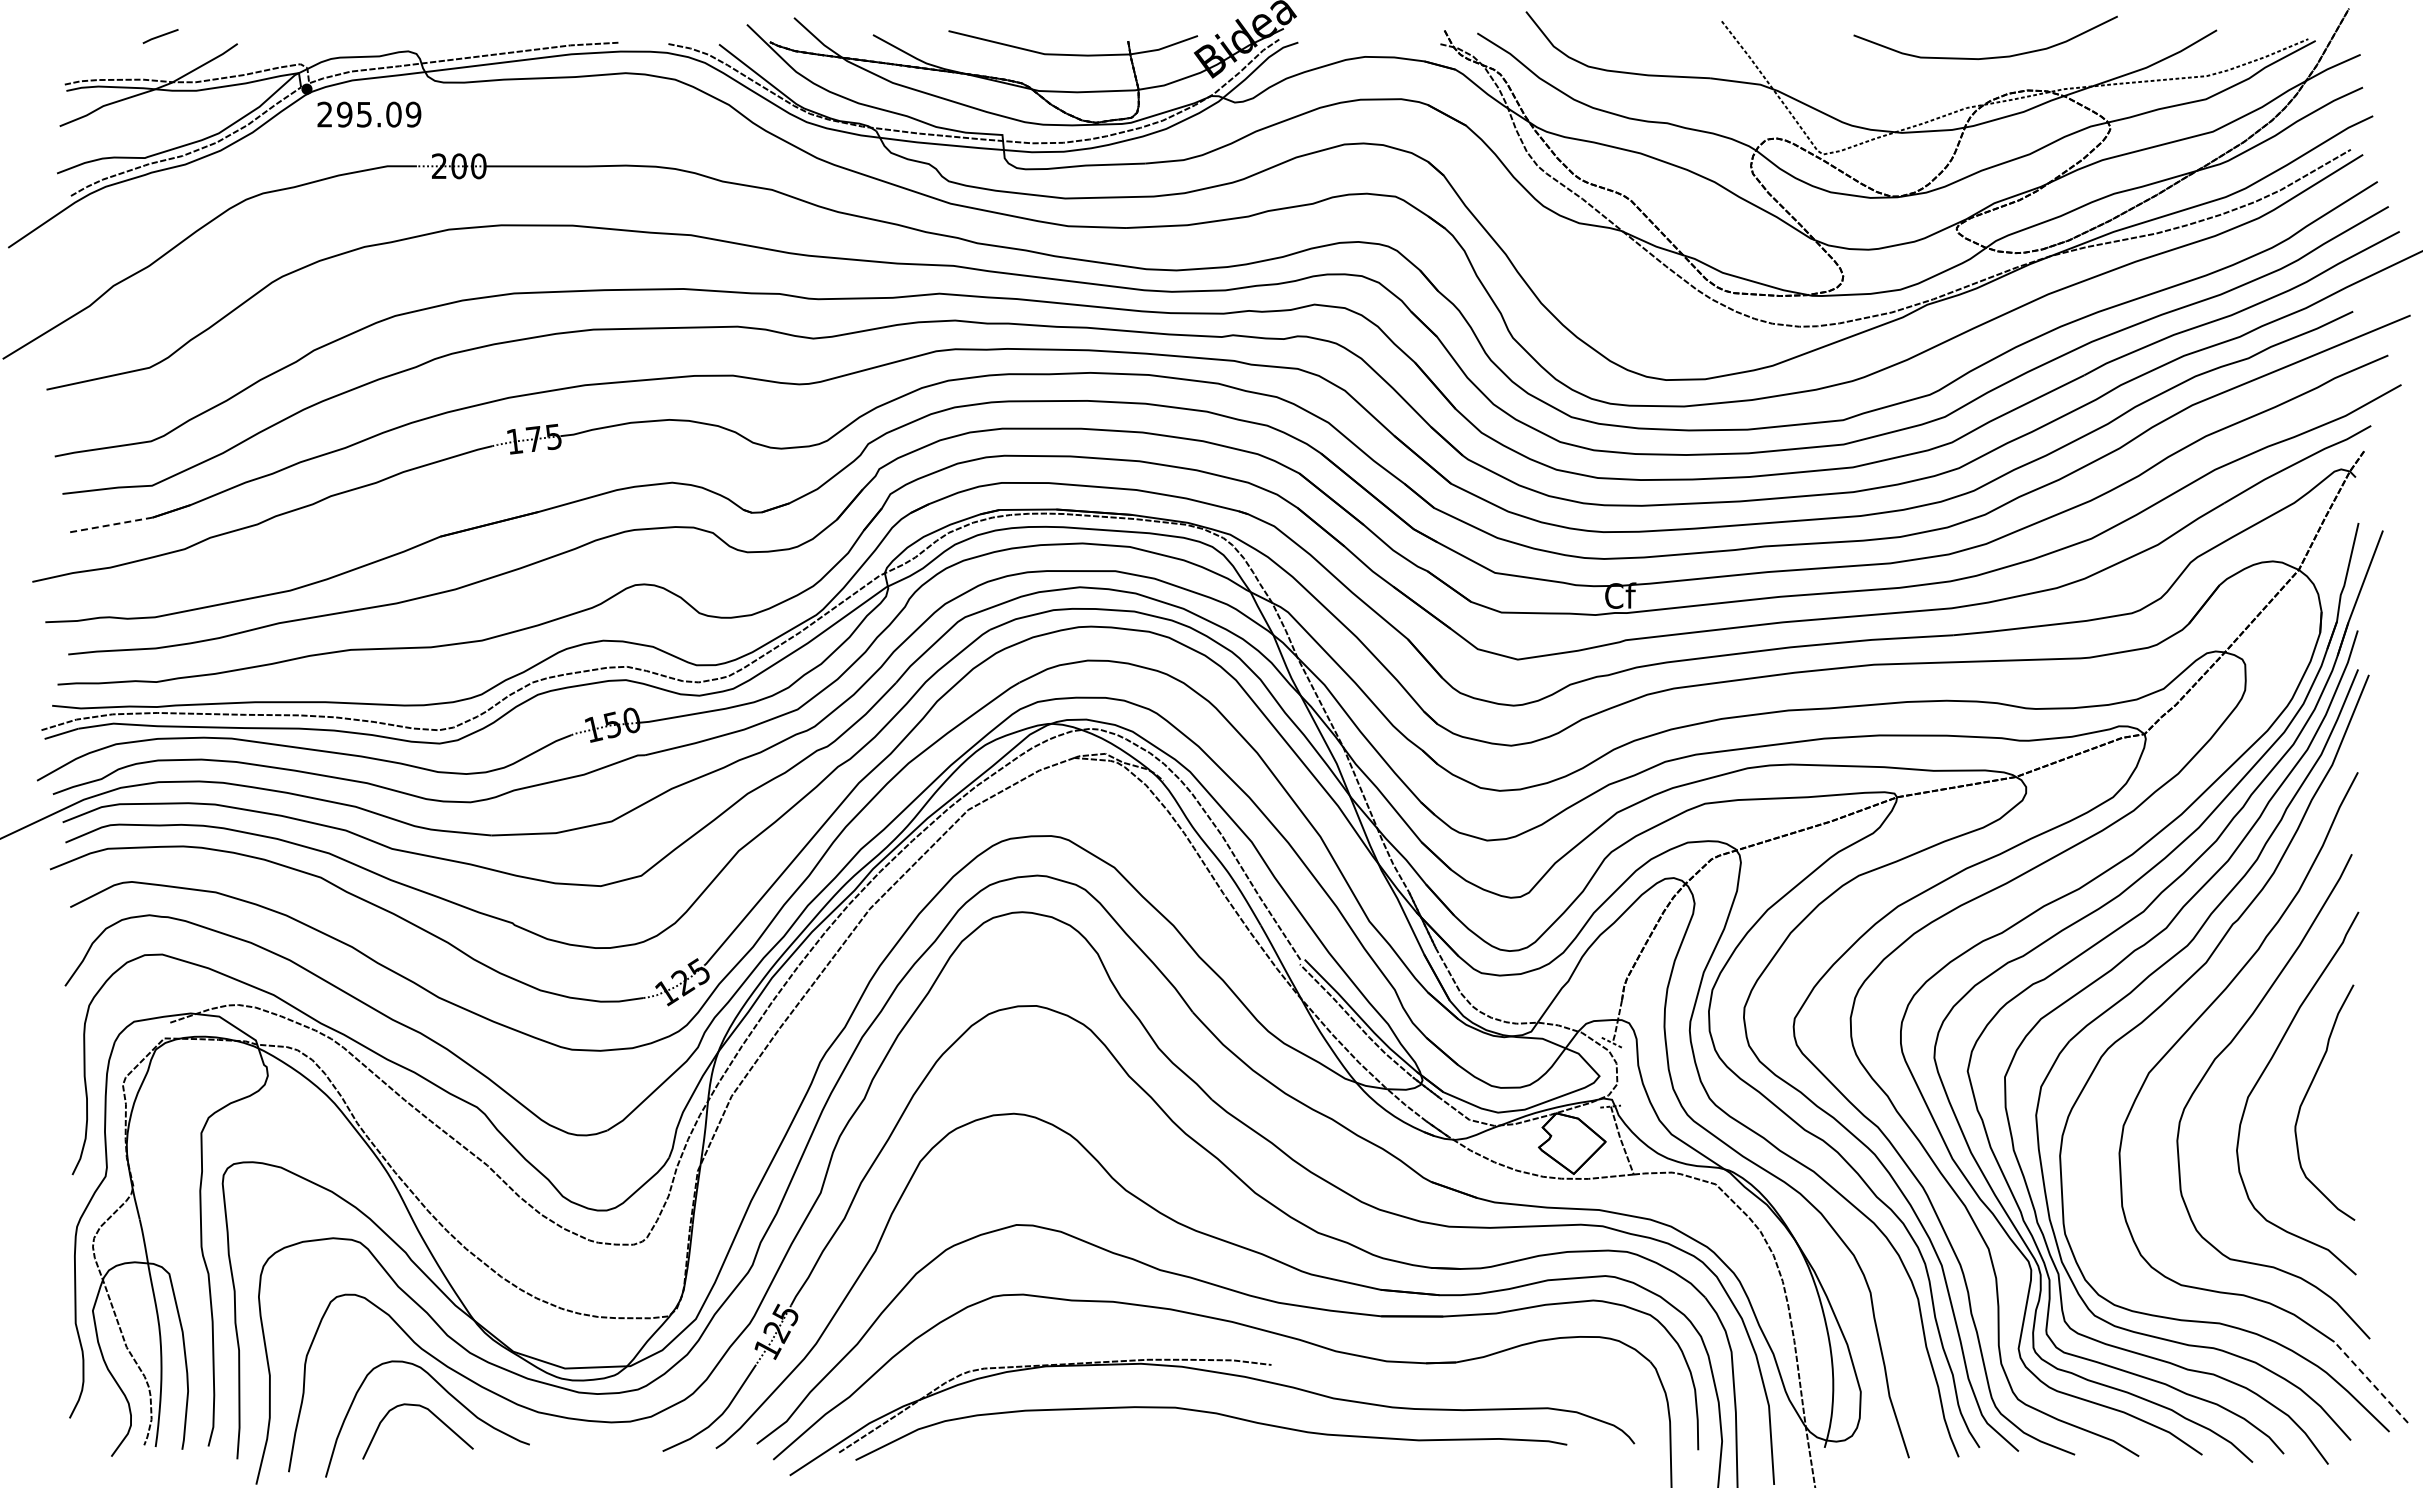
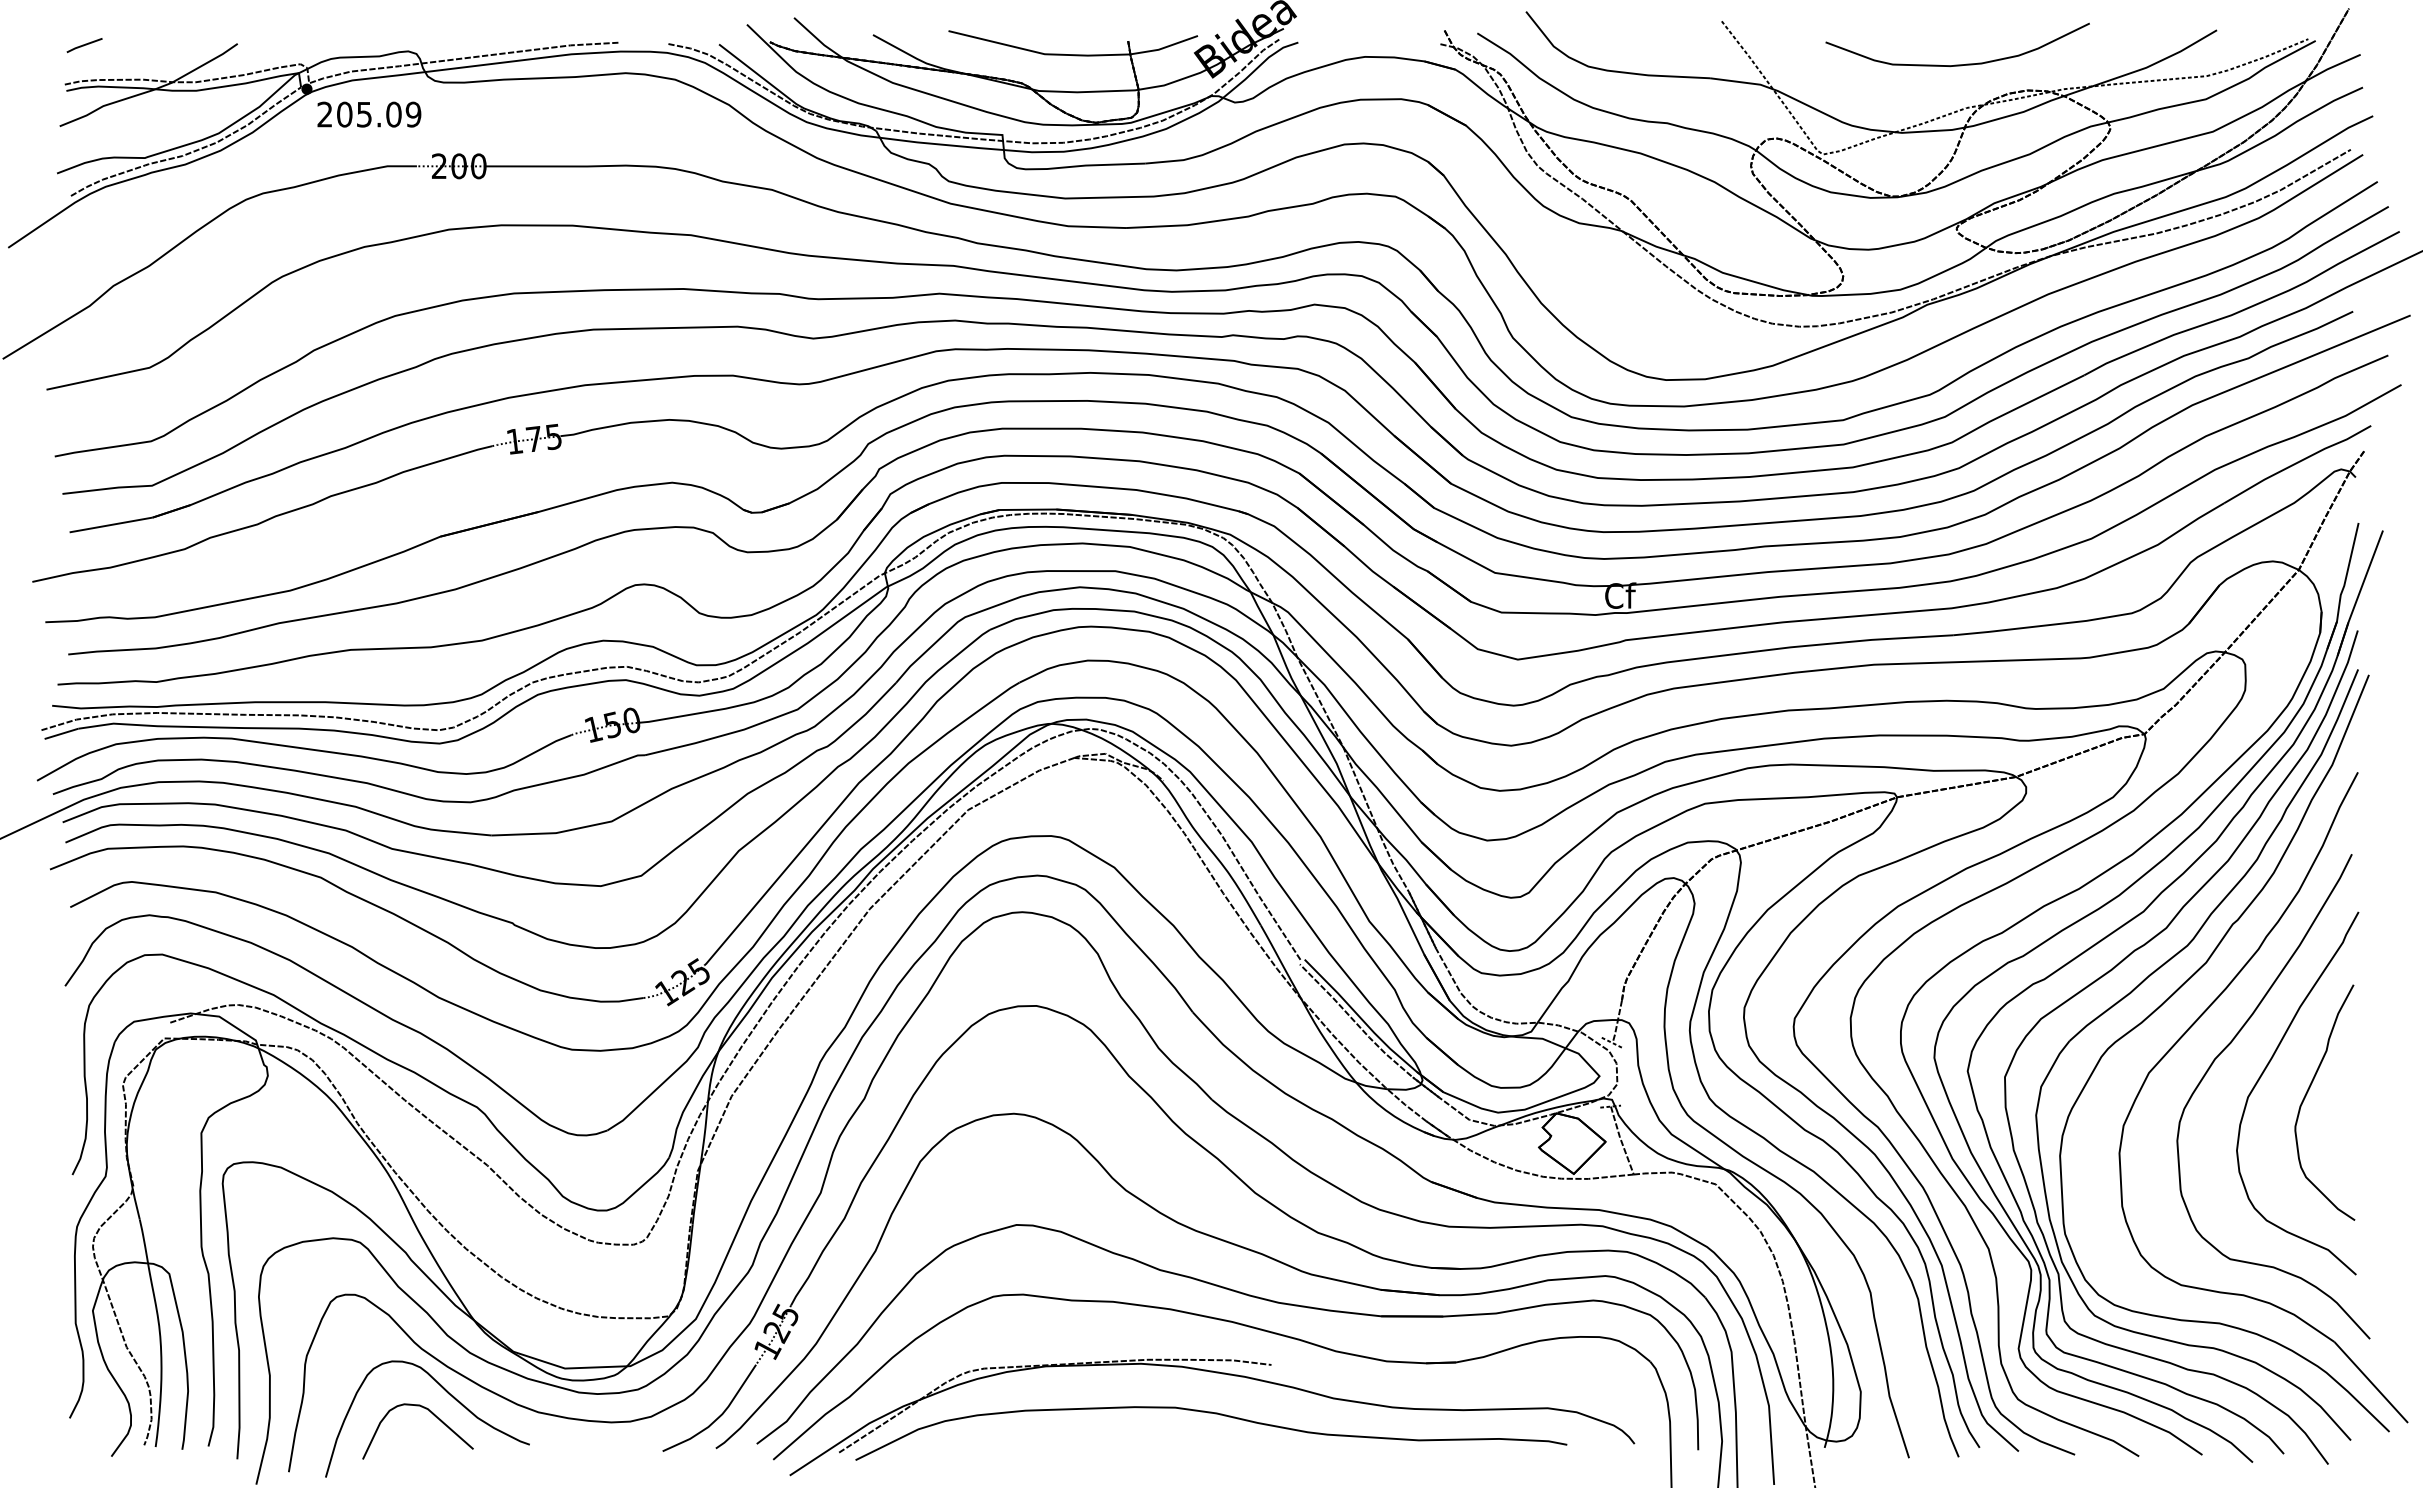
line at (160, 36) position: (160, 36) -> (84, 45)
curve at (1985, 57) position: (1985, 57) -> (1957, 64)
text at (344, 114): 295.09 -> 205.09
line at (110, 525): dashed -> solid
line at (2371, 1382): dashed -> solid
